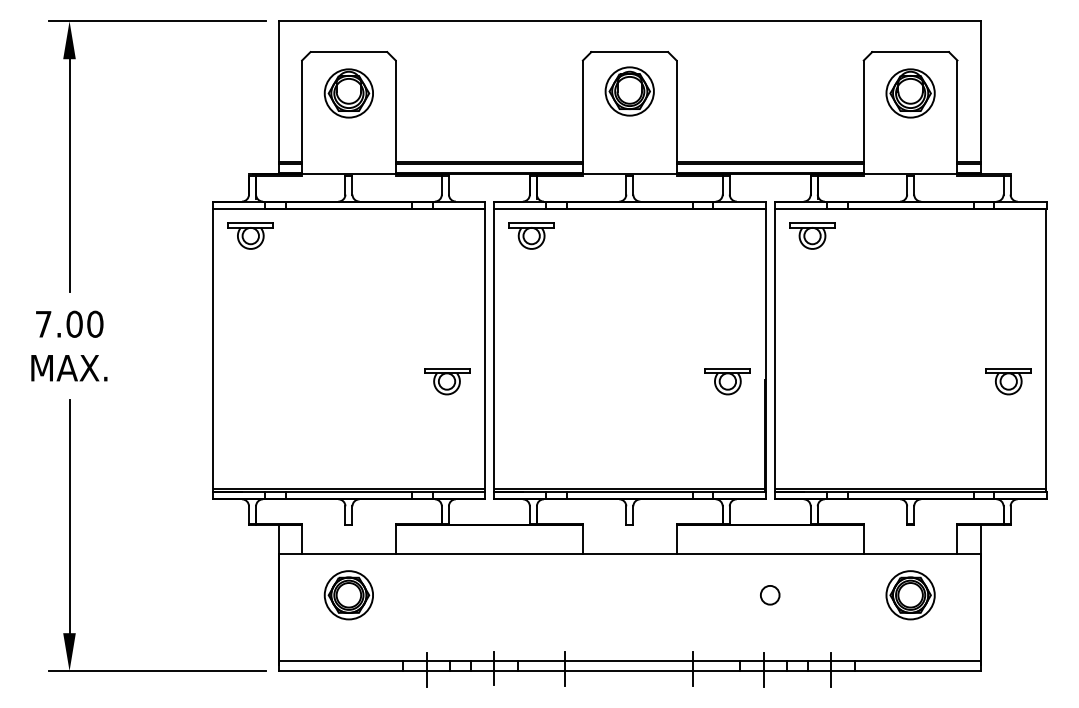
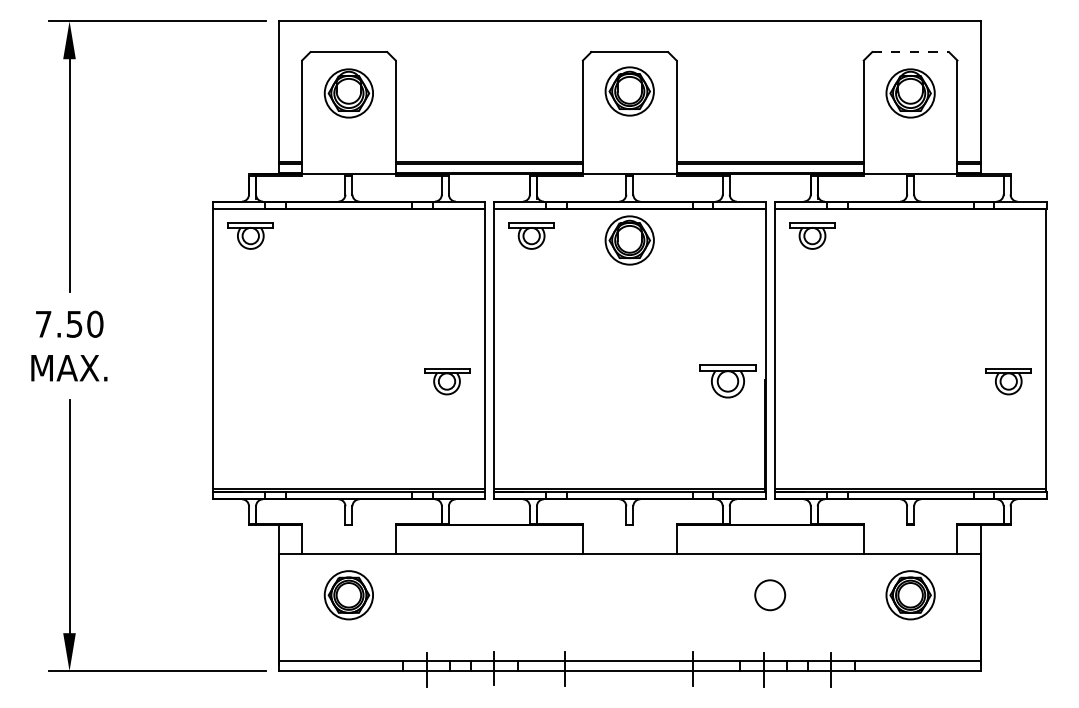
line at (911, 52): solid -> dashed
part at (629, 240): none -> present
text at (74, 323): 7.00 -> 7.50
part at (727, 381) size: 47x28 px -> 58x35 px
circle at (769, 594) diameter: 19 px -> 30 px
